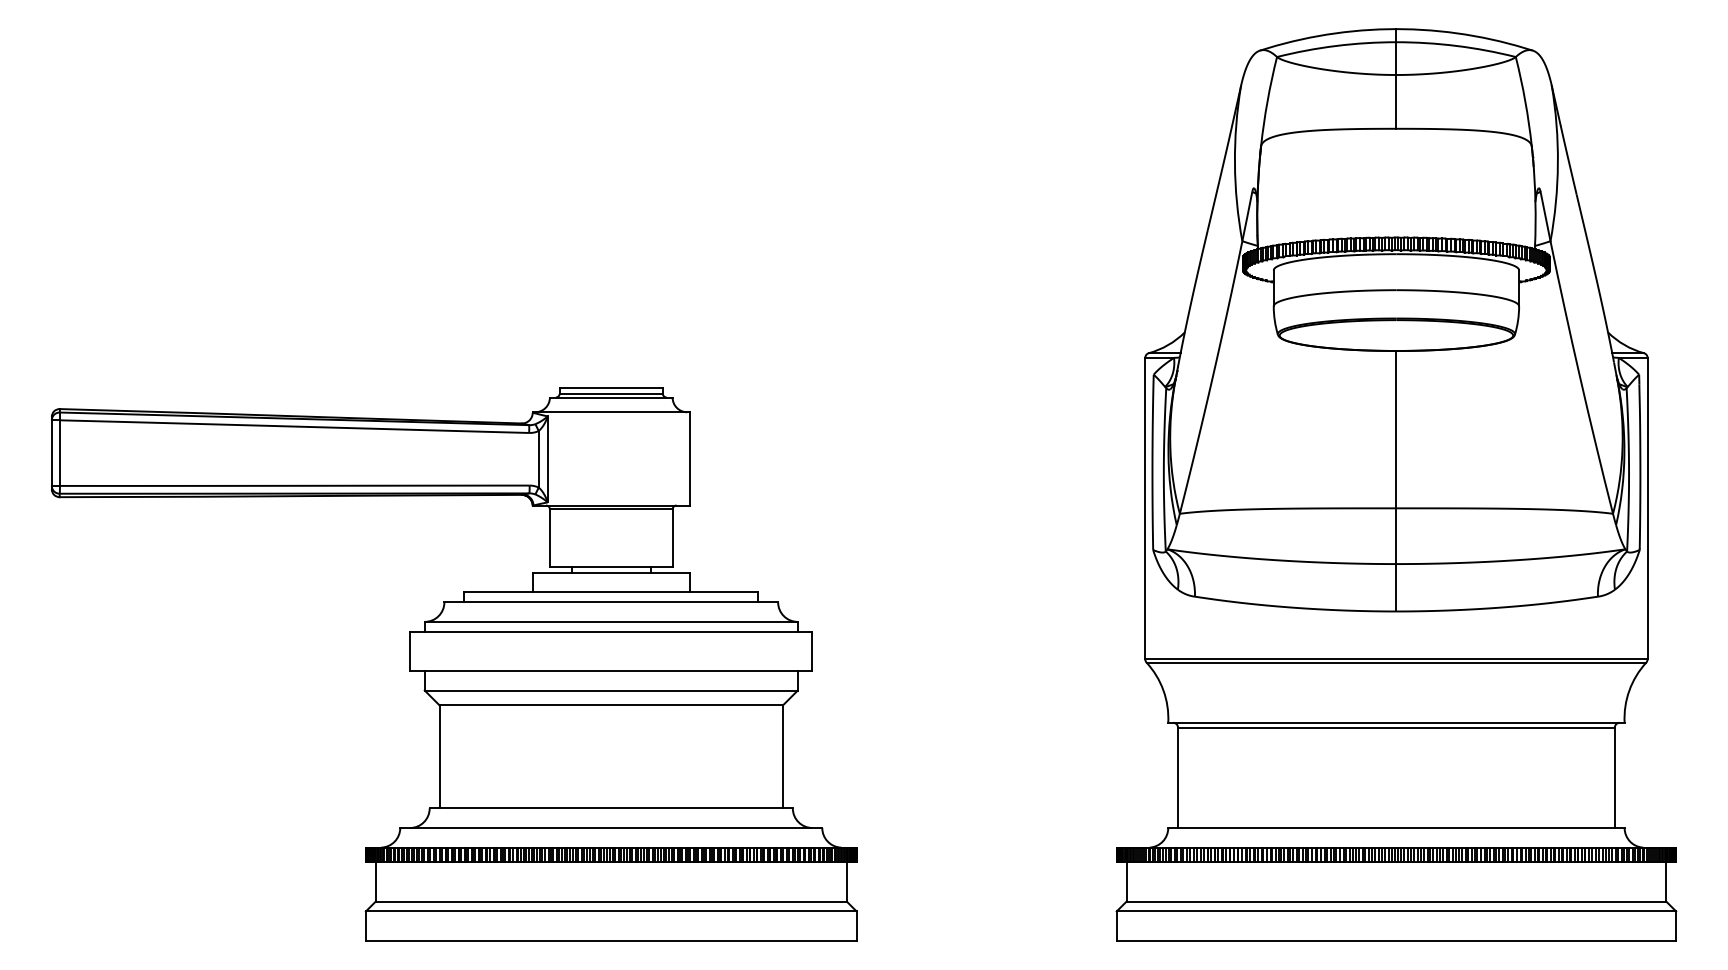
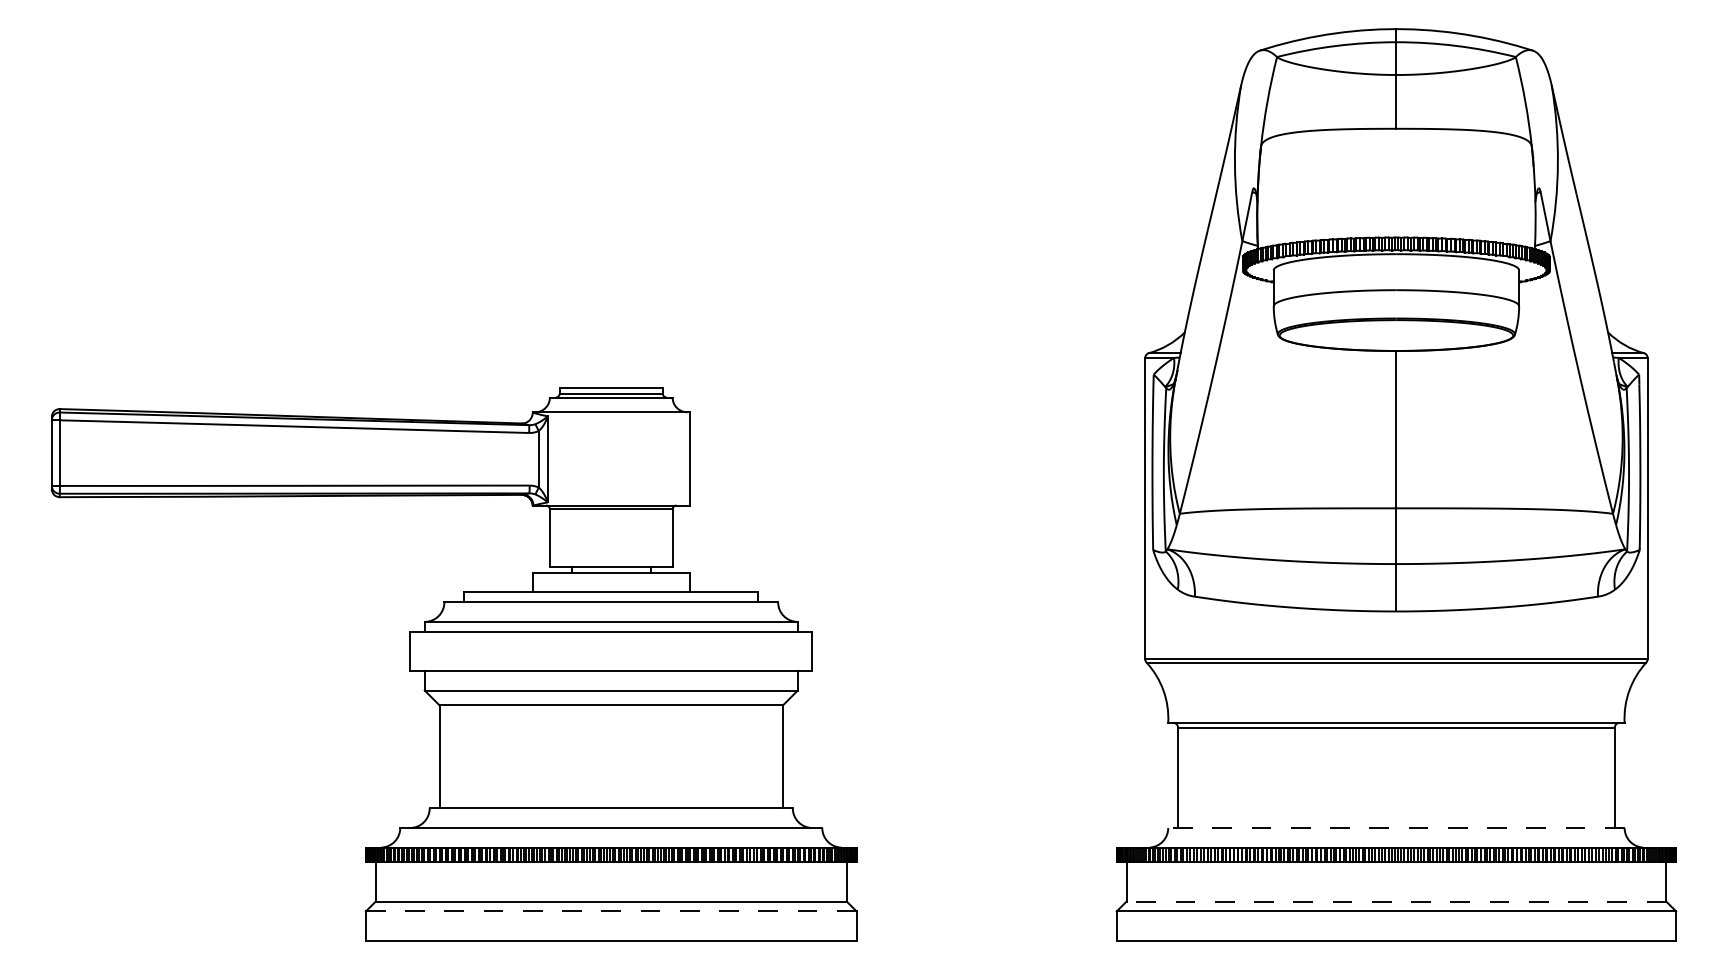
line at (1395, 828): solid -> dashed
line at (1396, 901): solid -> dashed
line at (611, 911): solid -> dashed
